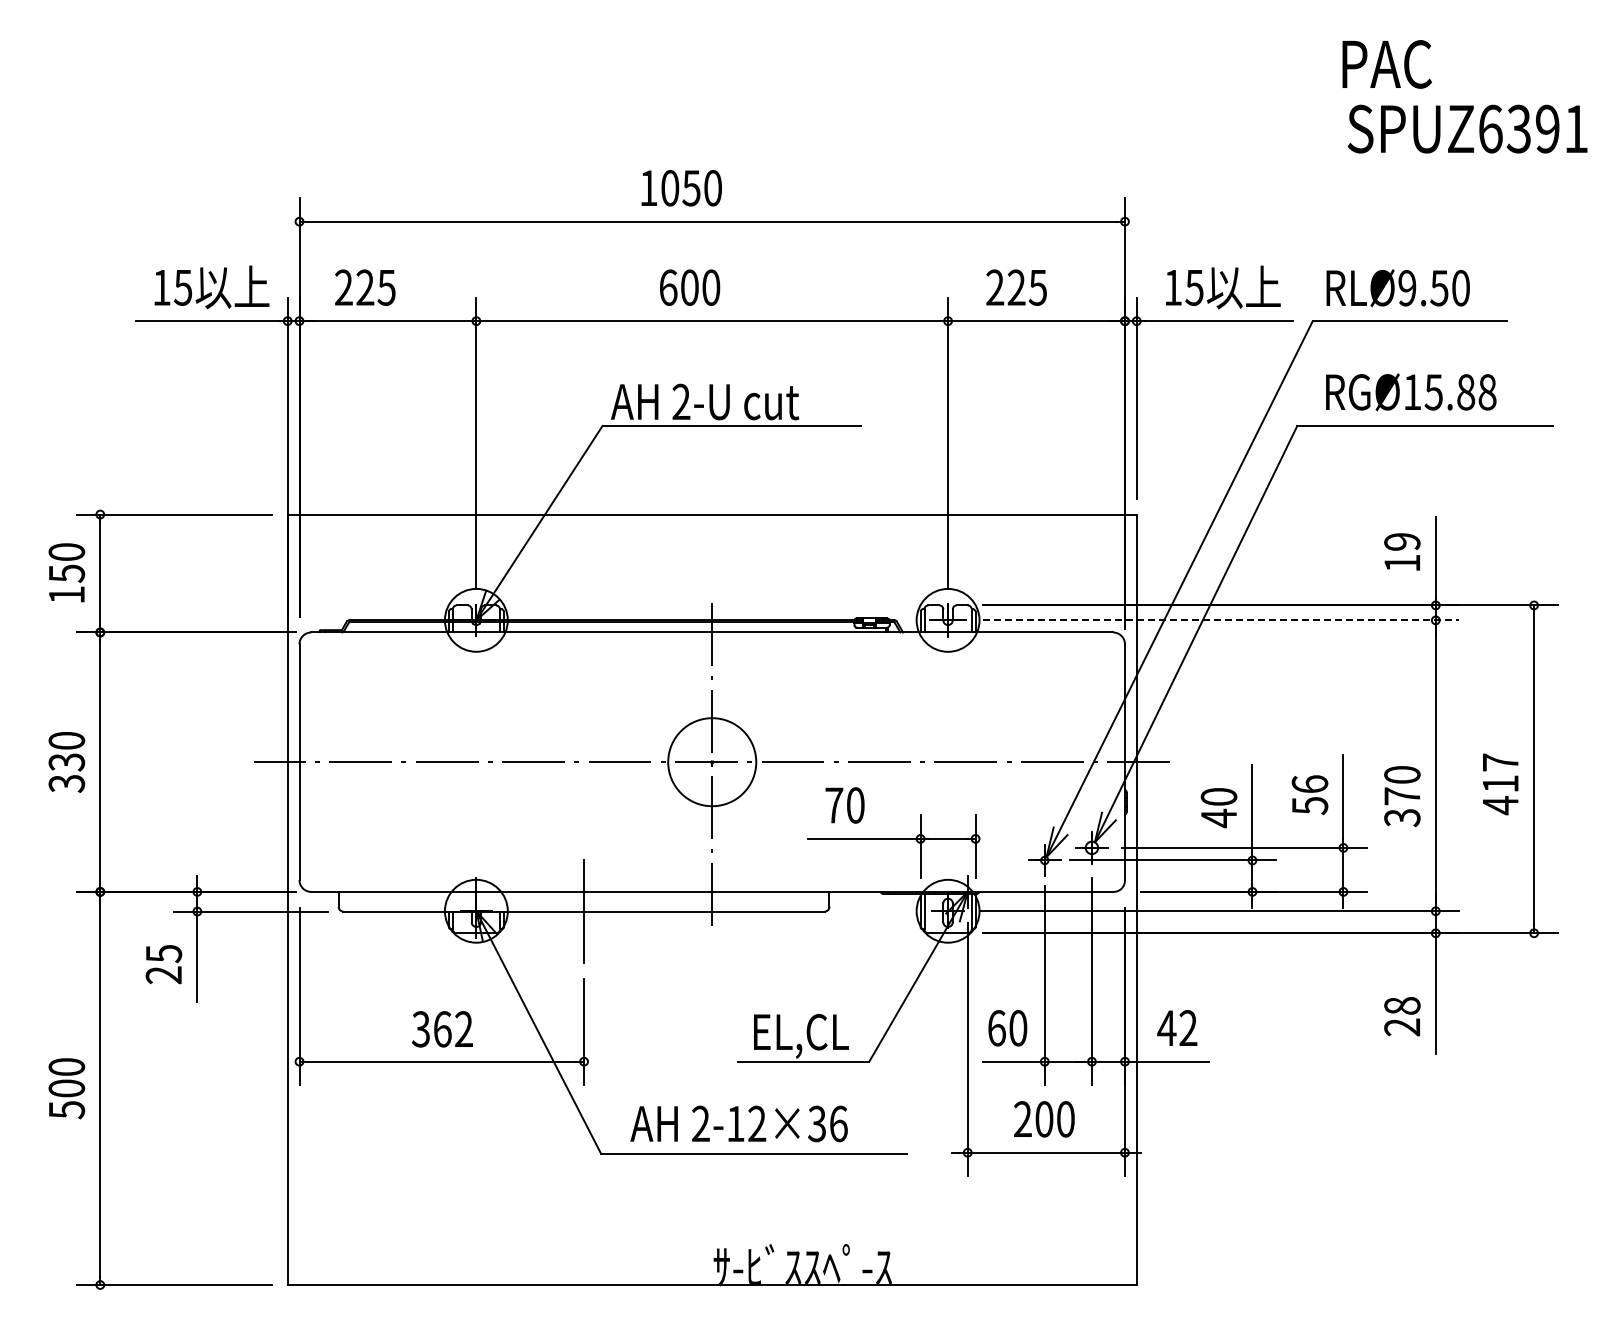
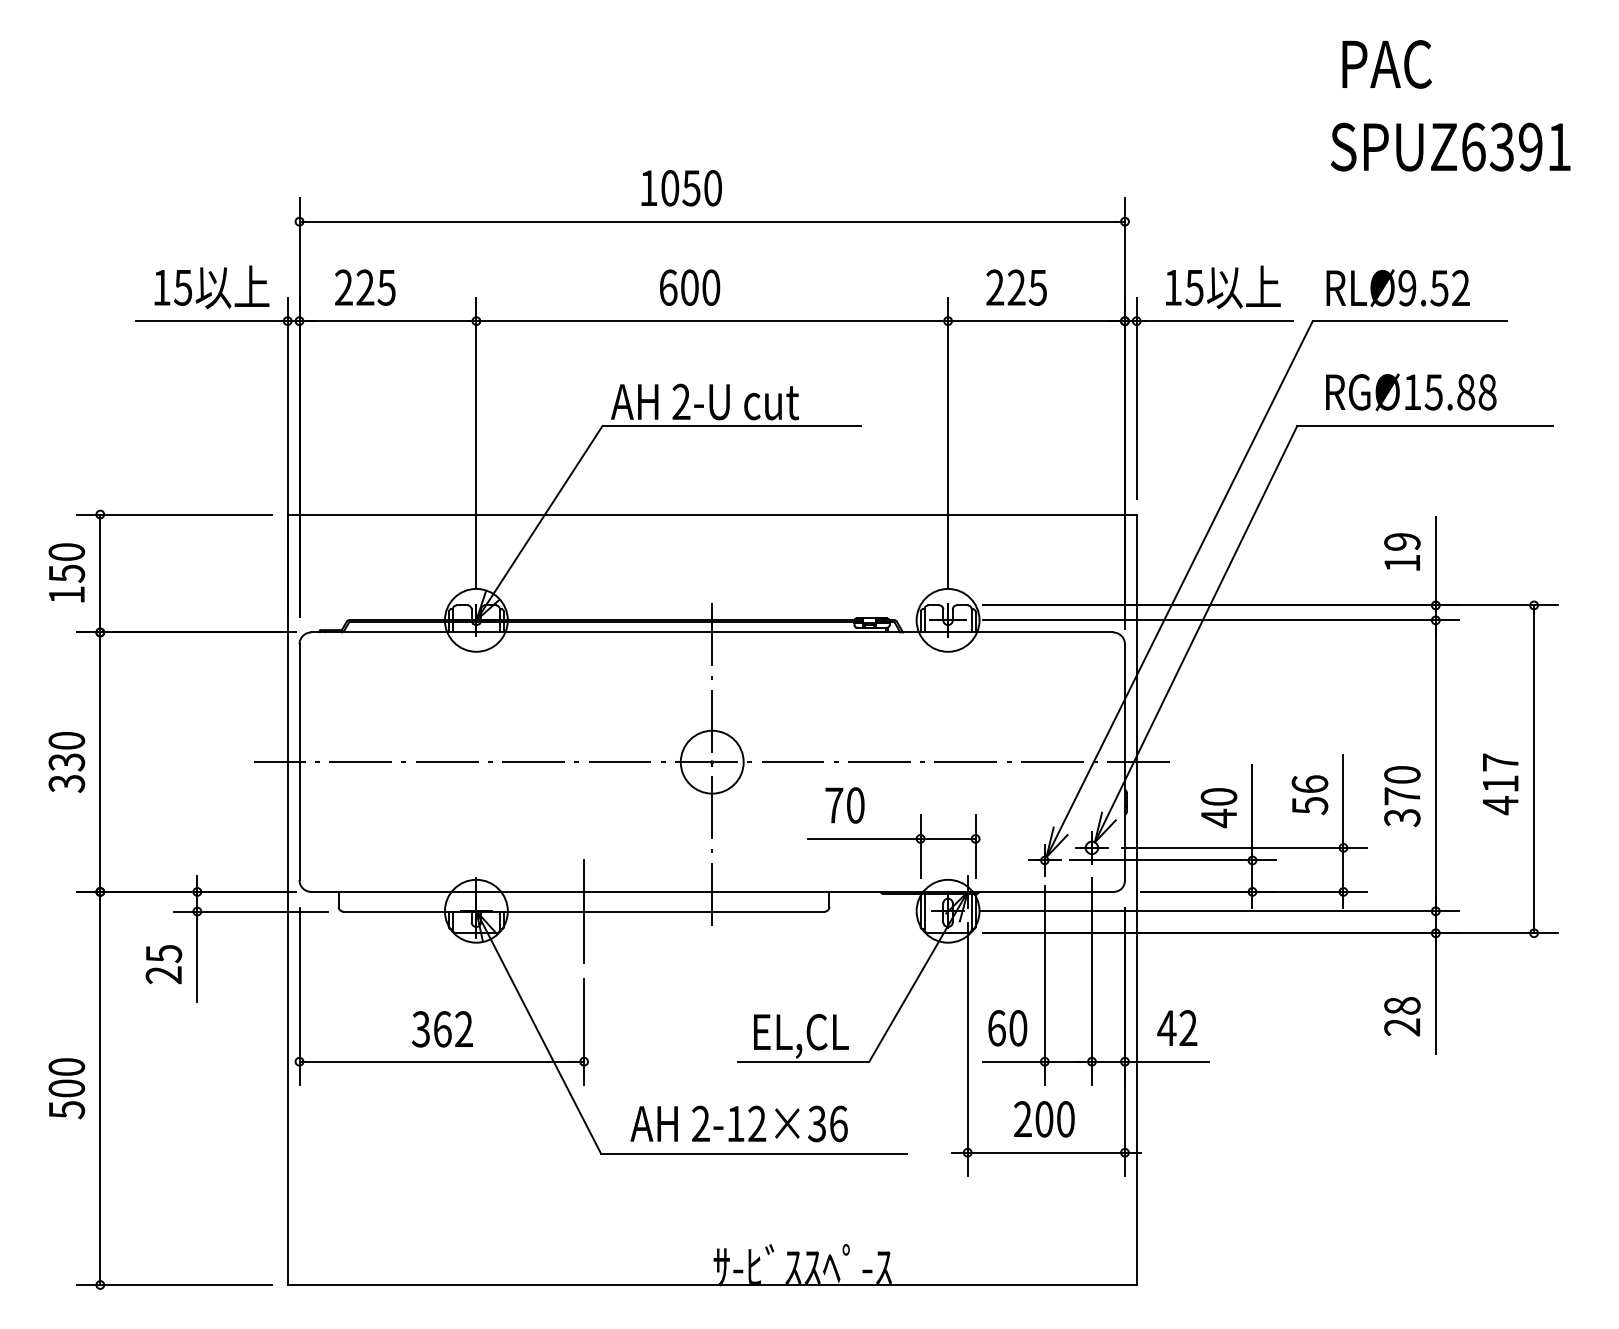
text at (1467, 128) position: (1467, 128) -> (1450, 146)
text at (1460, 288): RLØ9.50 -> RLØ9.52
line at (1221, 620): dashed -> solid
circle at (712, 762) diameter: 88 px -> 63 px
